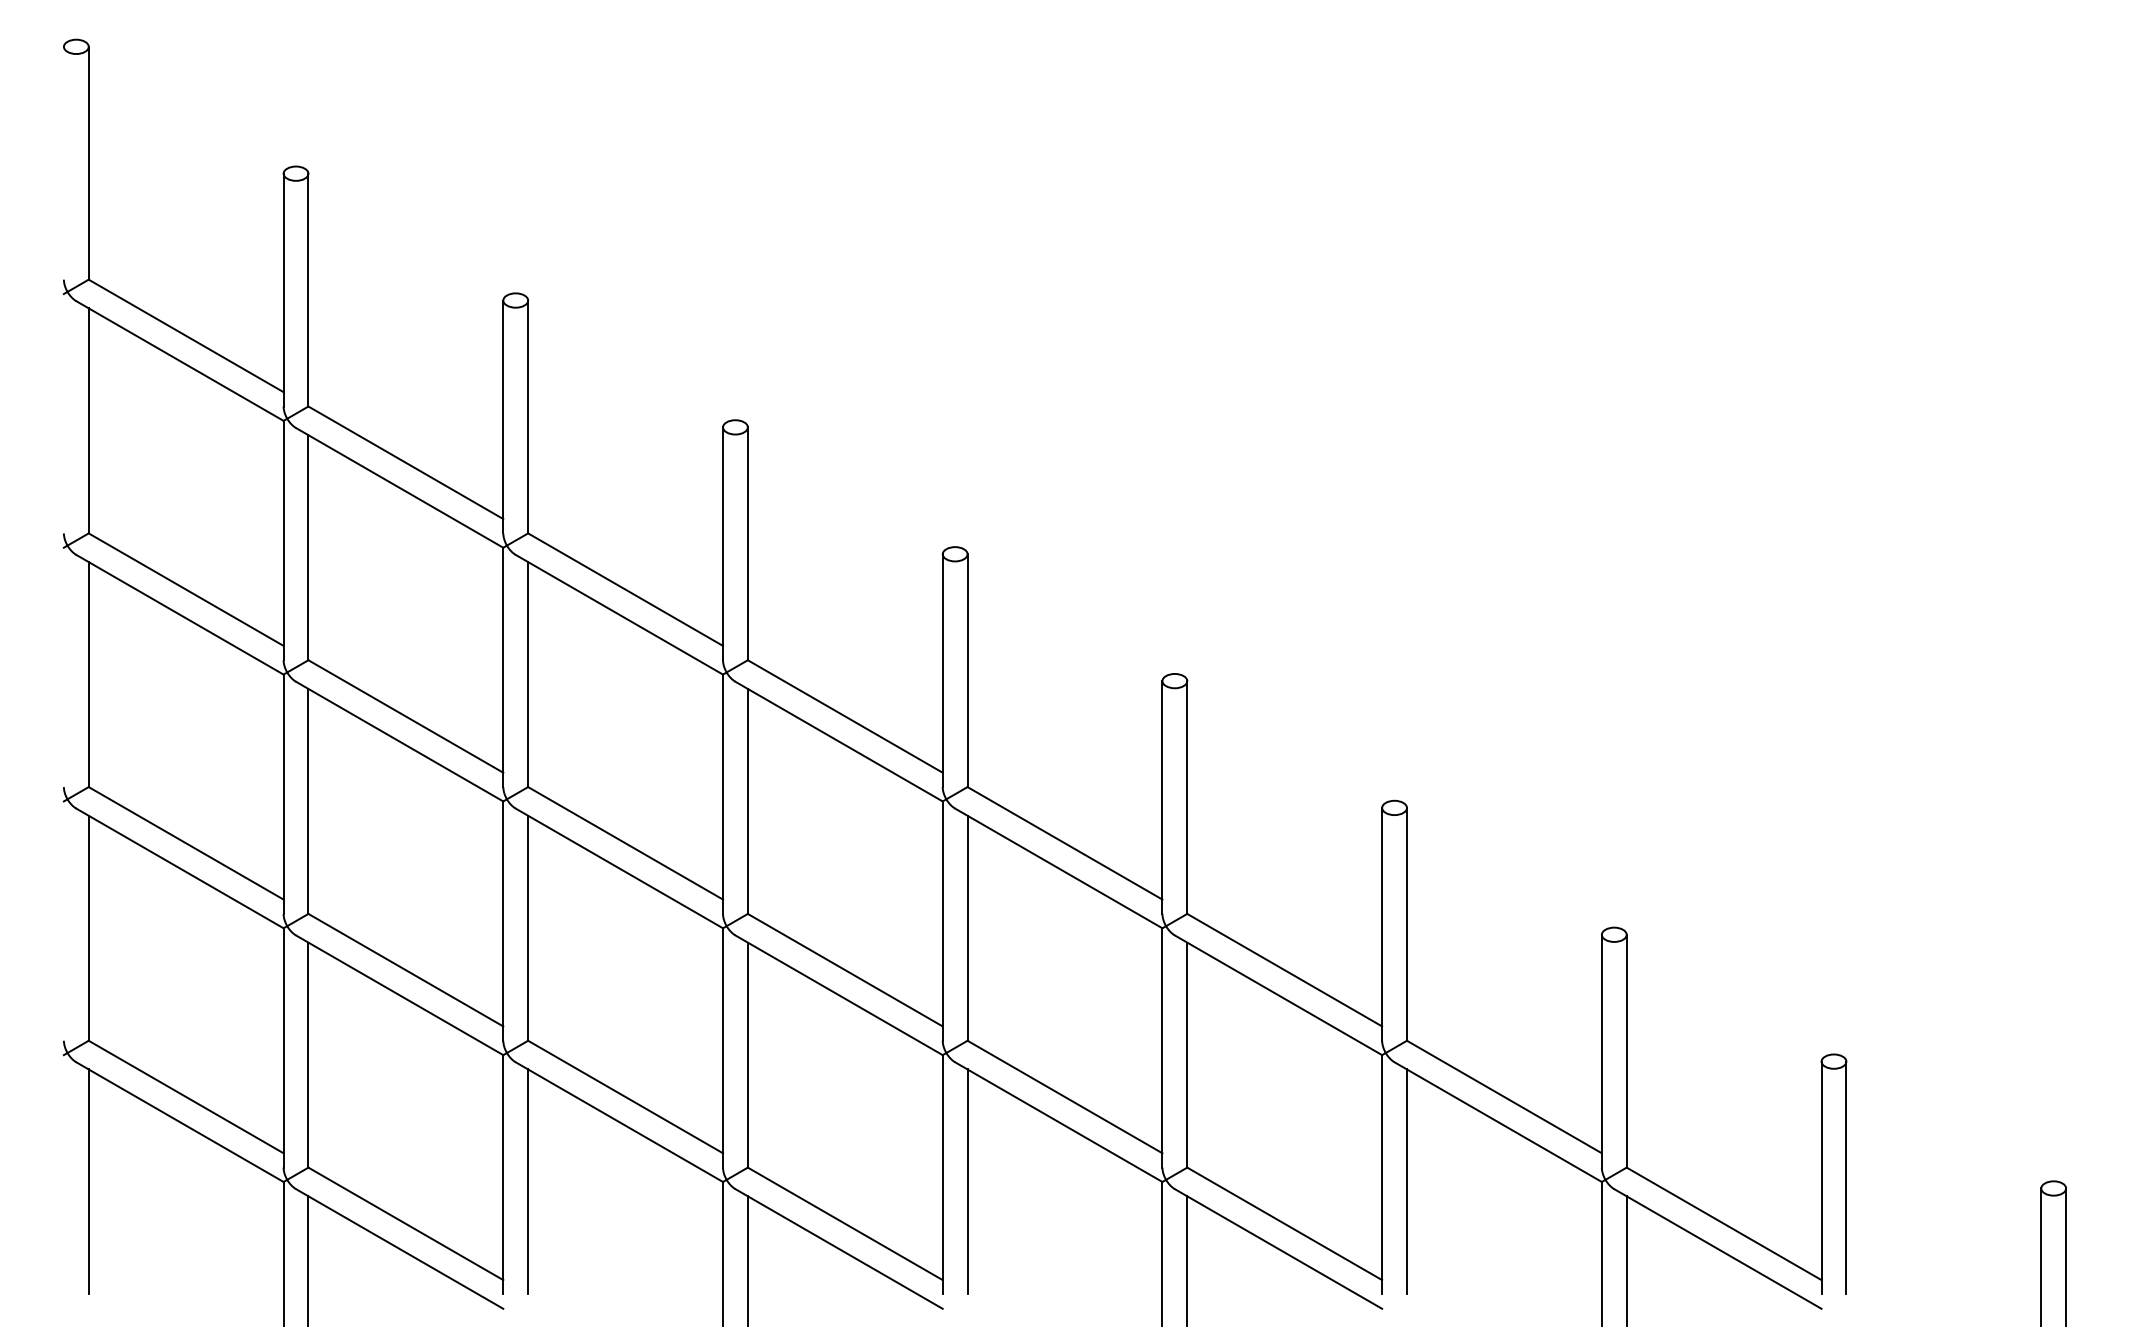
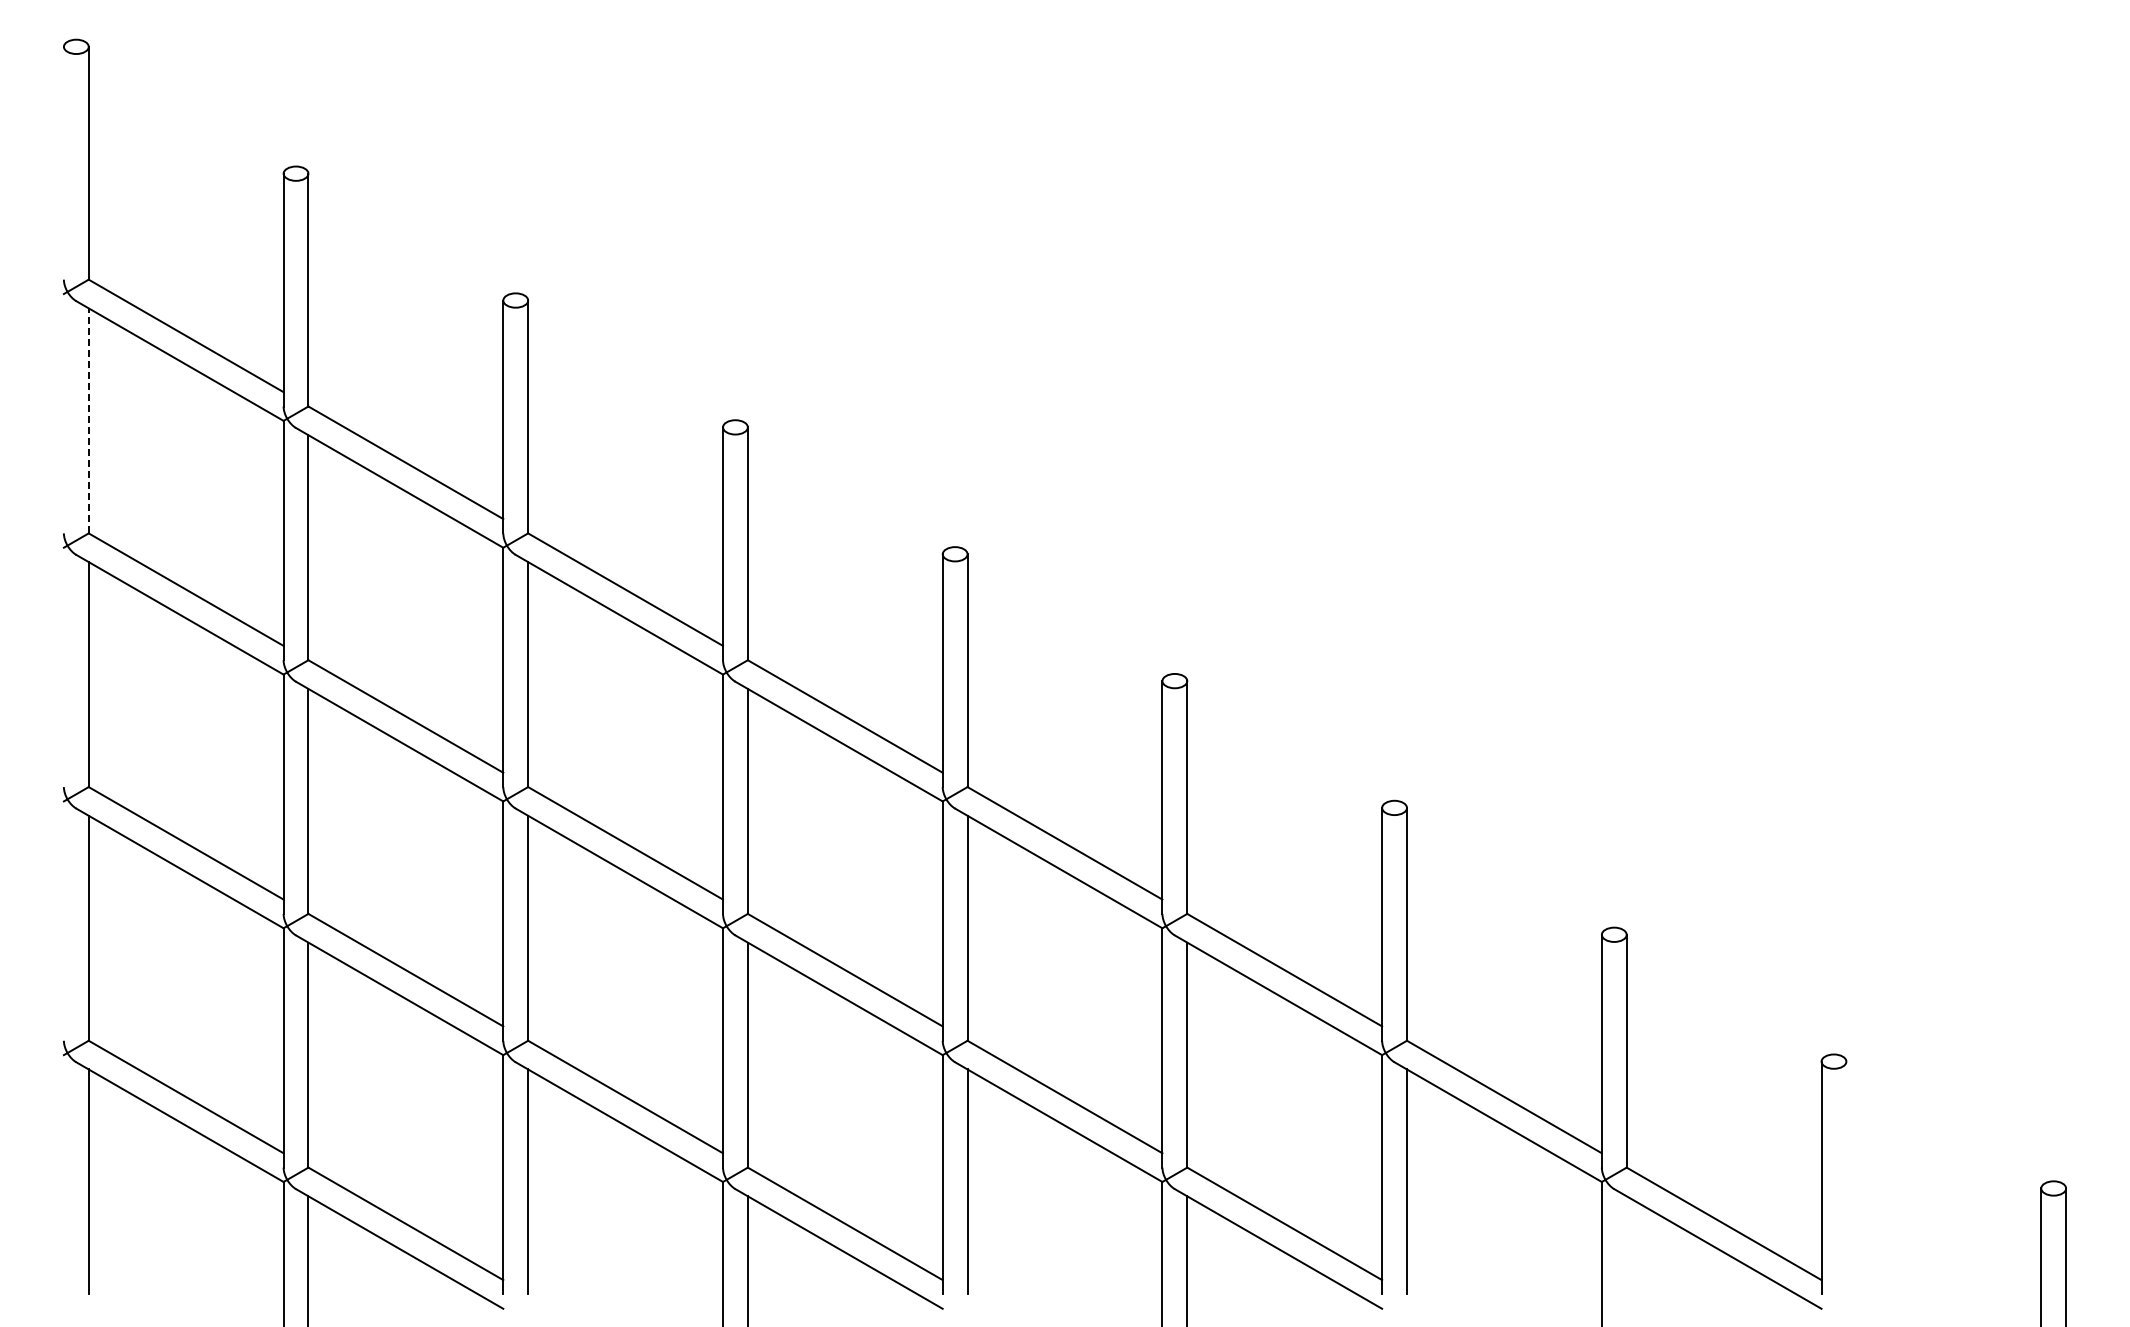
line at (88, 420): solid -> dashed
line at (1846, 1177): present -> none
line at (1626, 1259): present -> none
